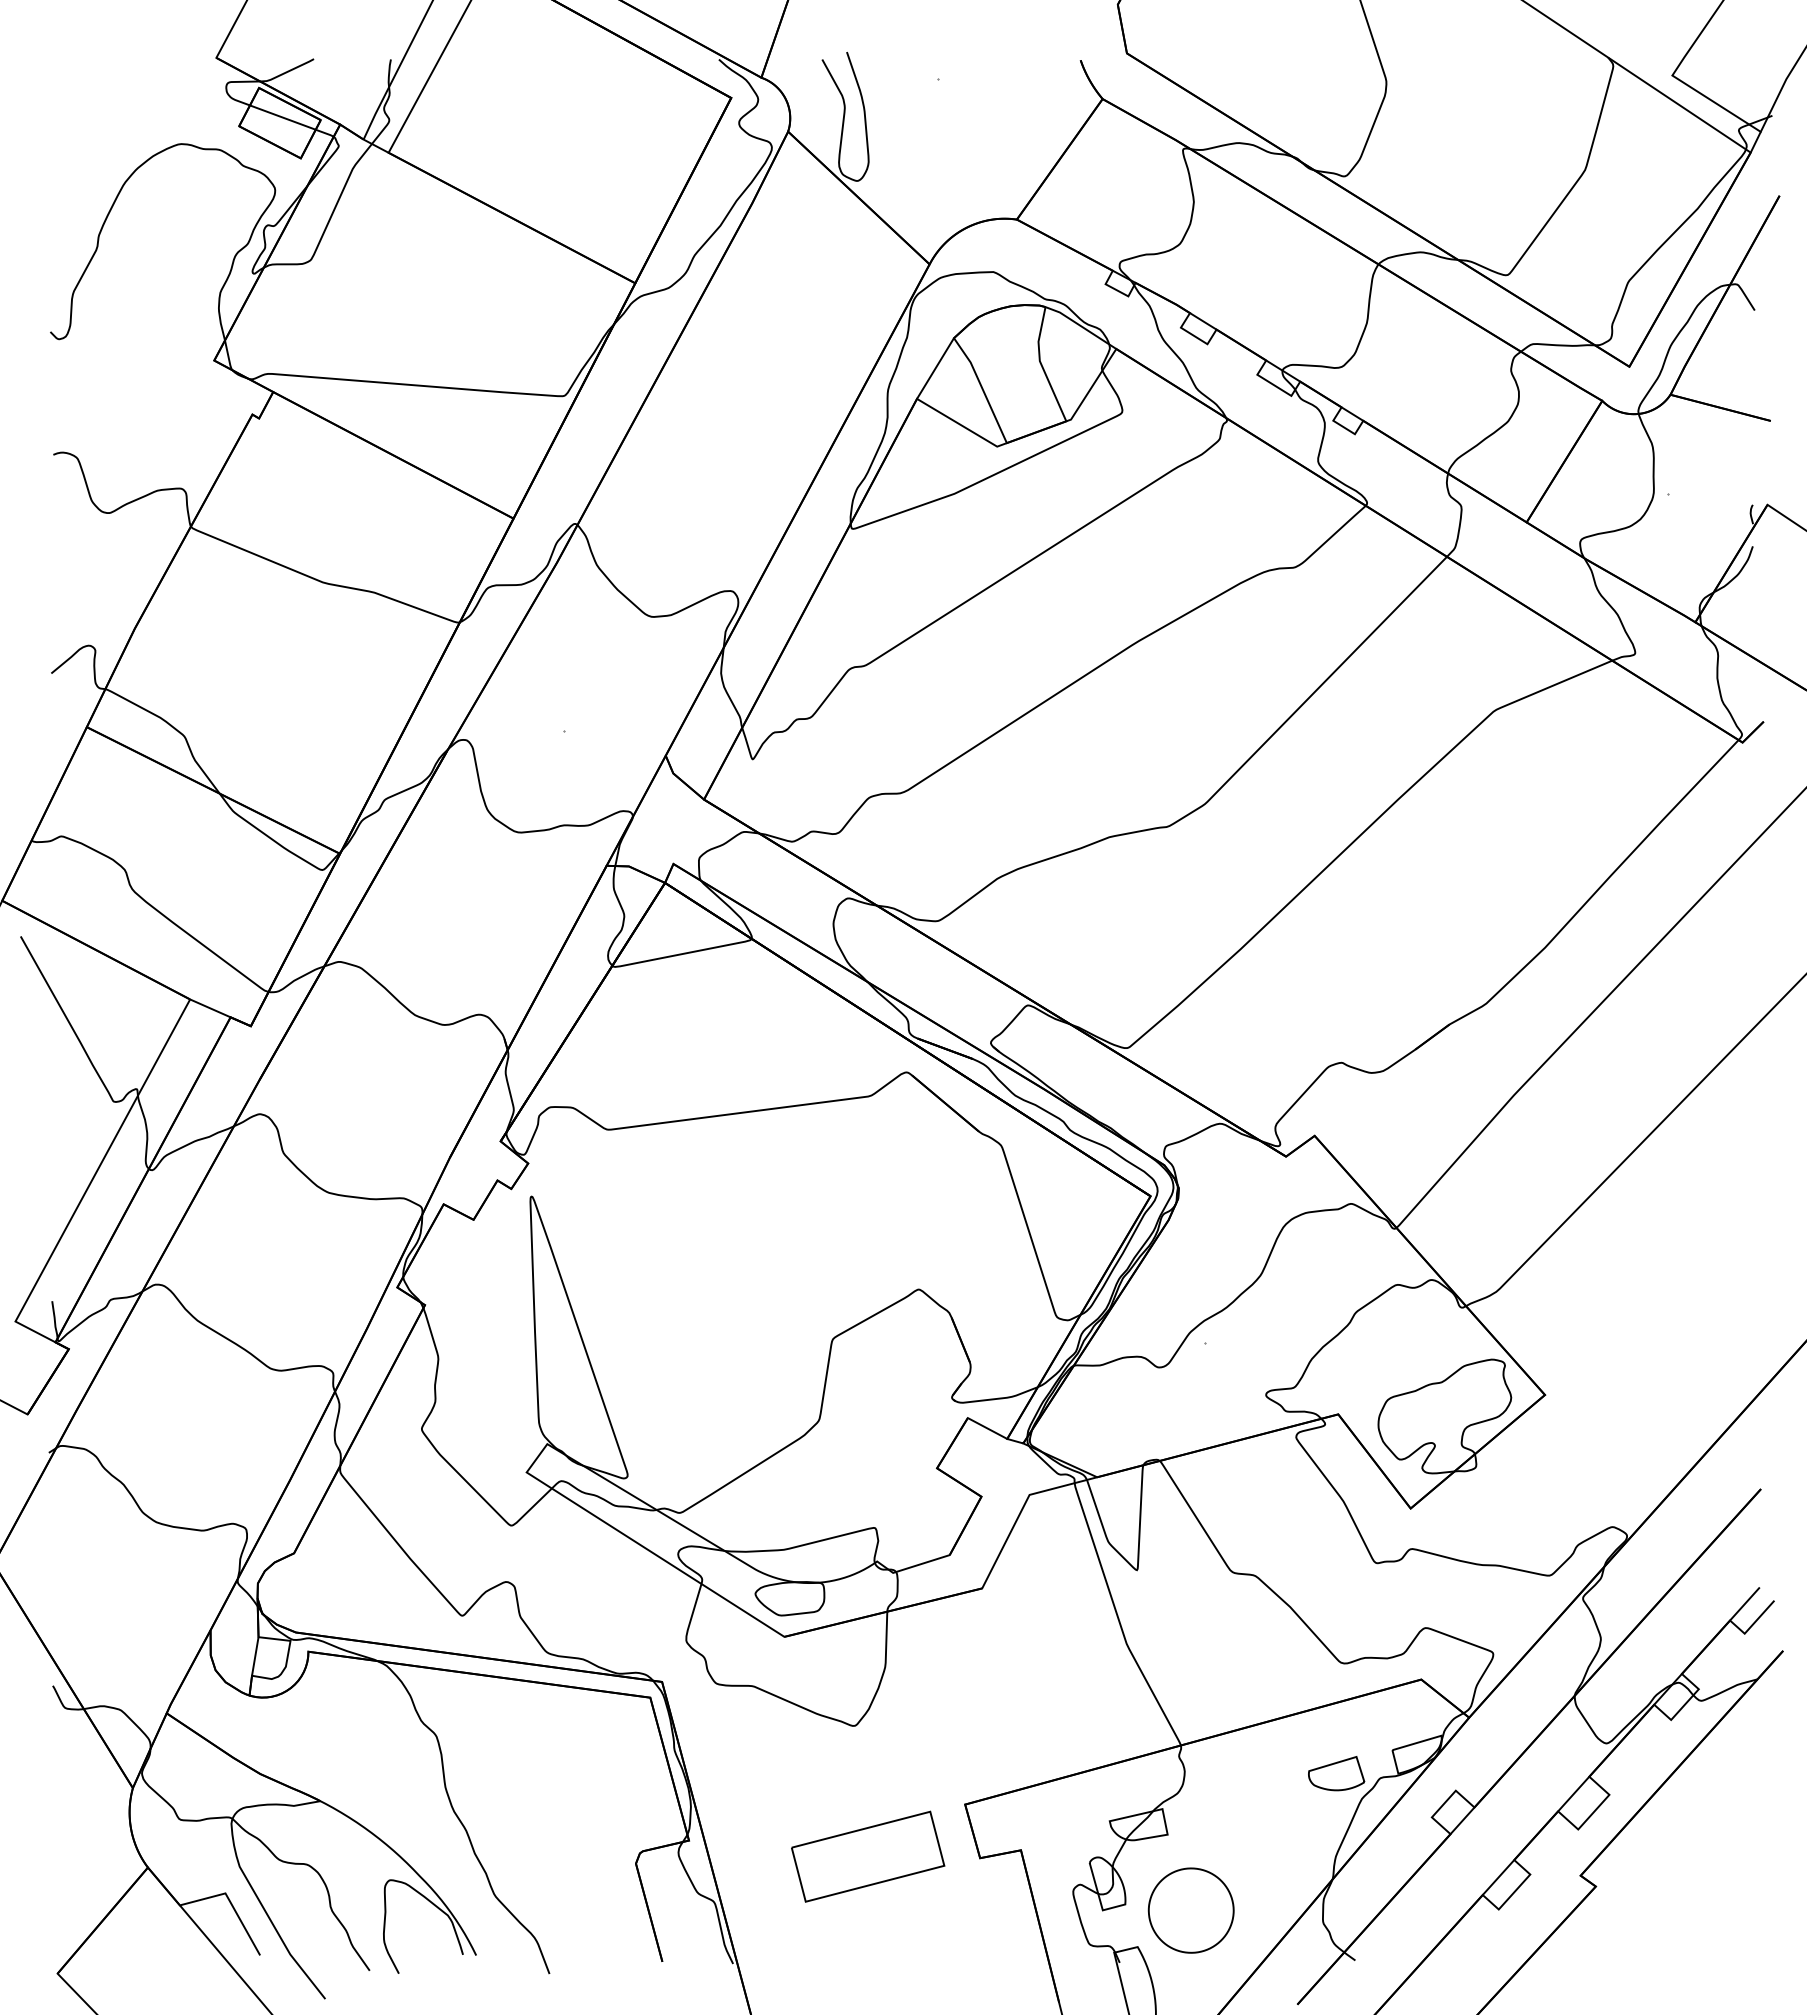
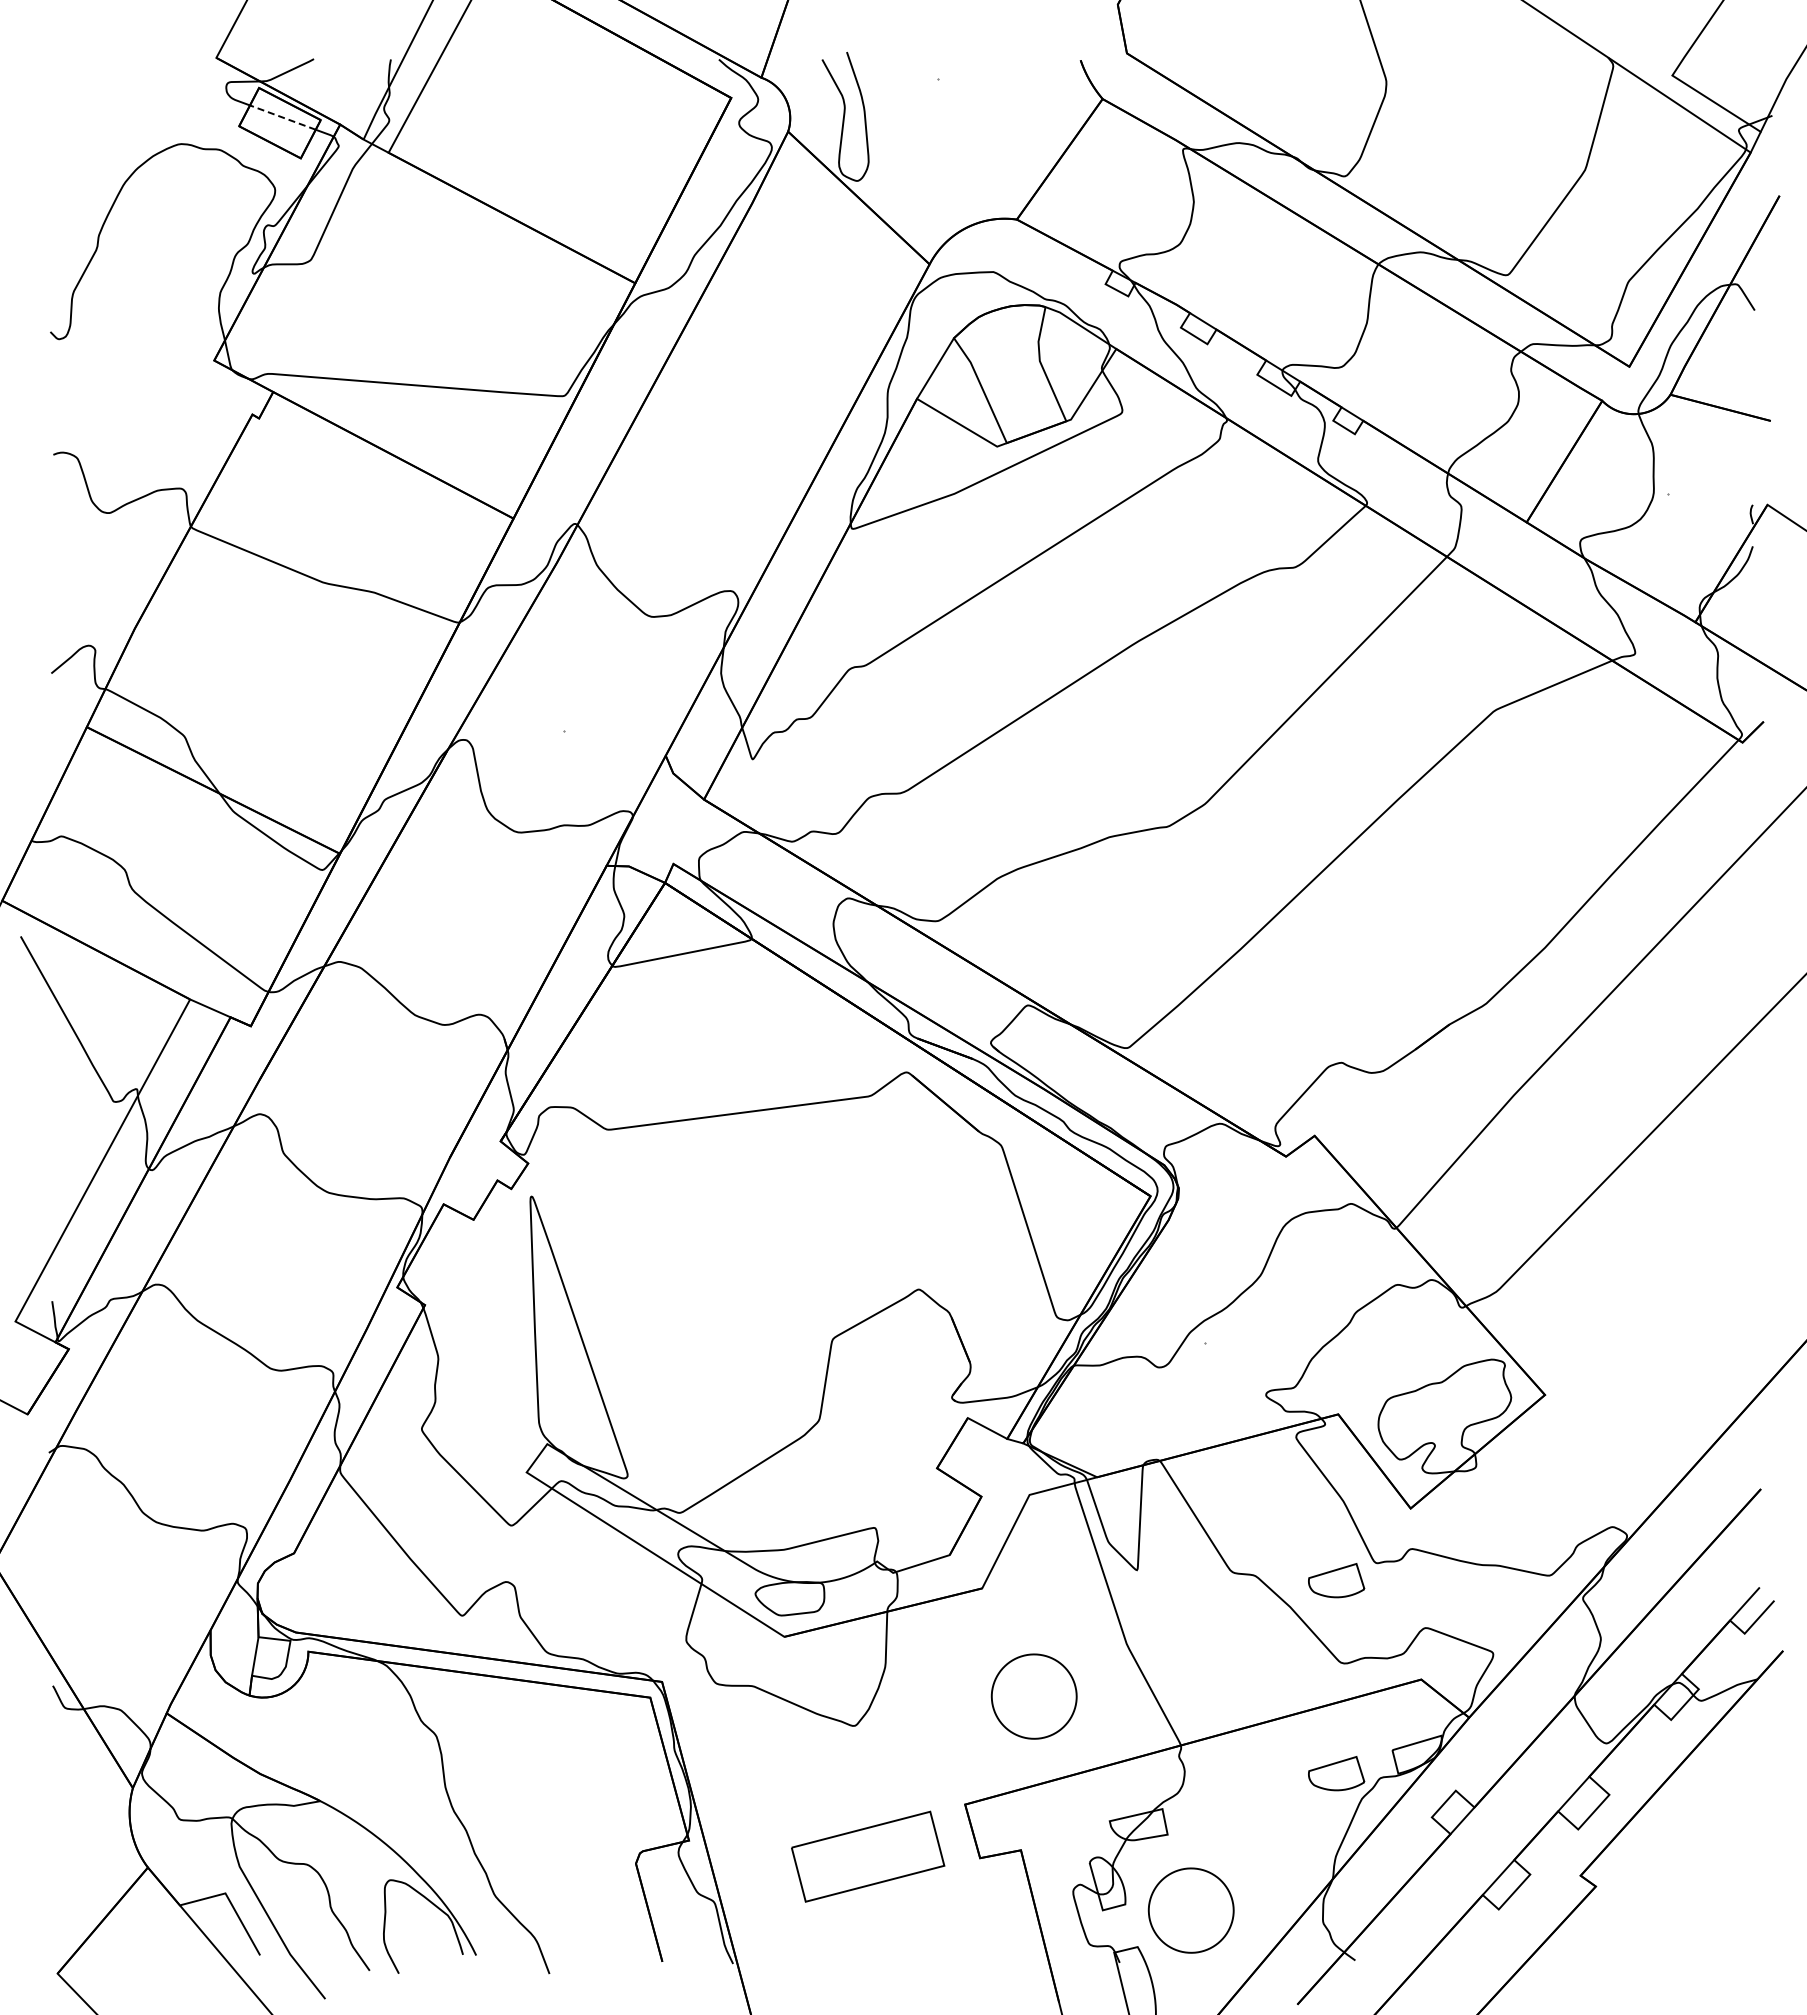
line at (282, 117): solid -> dashed
part at (1336, 1580): none -> present
part at (1033, 1696): none -> present
